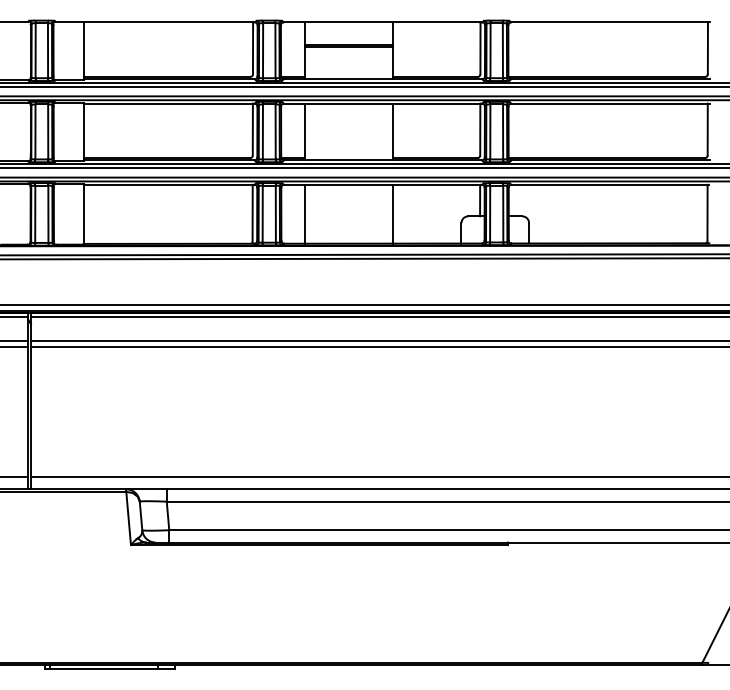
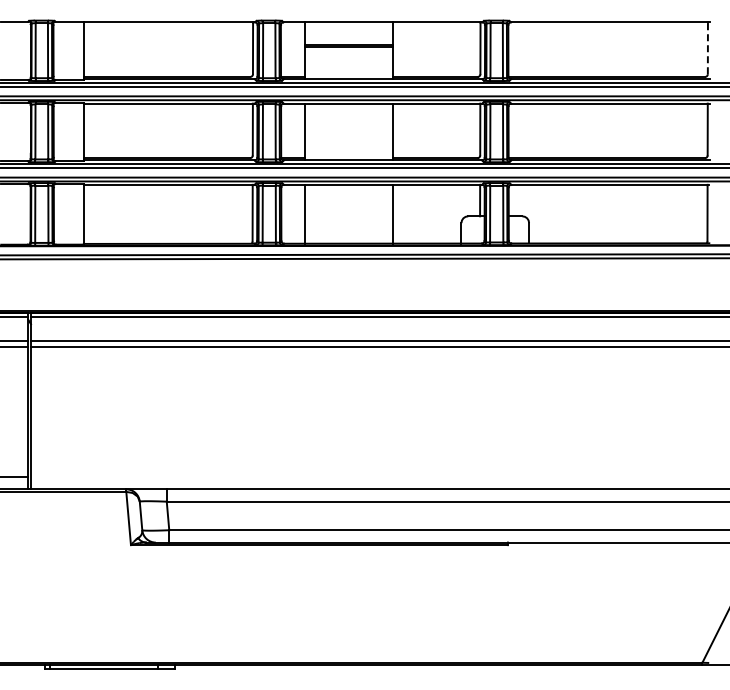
line at (707, 48): solid -> dashed
line at (364, 304): present -> none
line at (378, 477): present -> none
